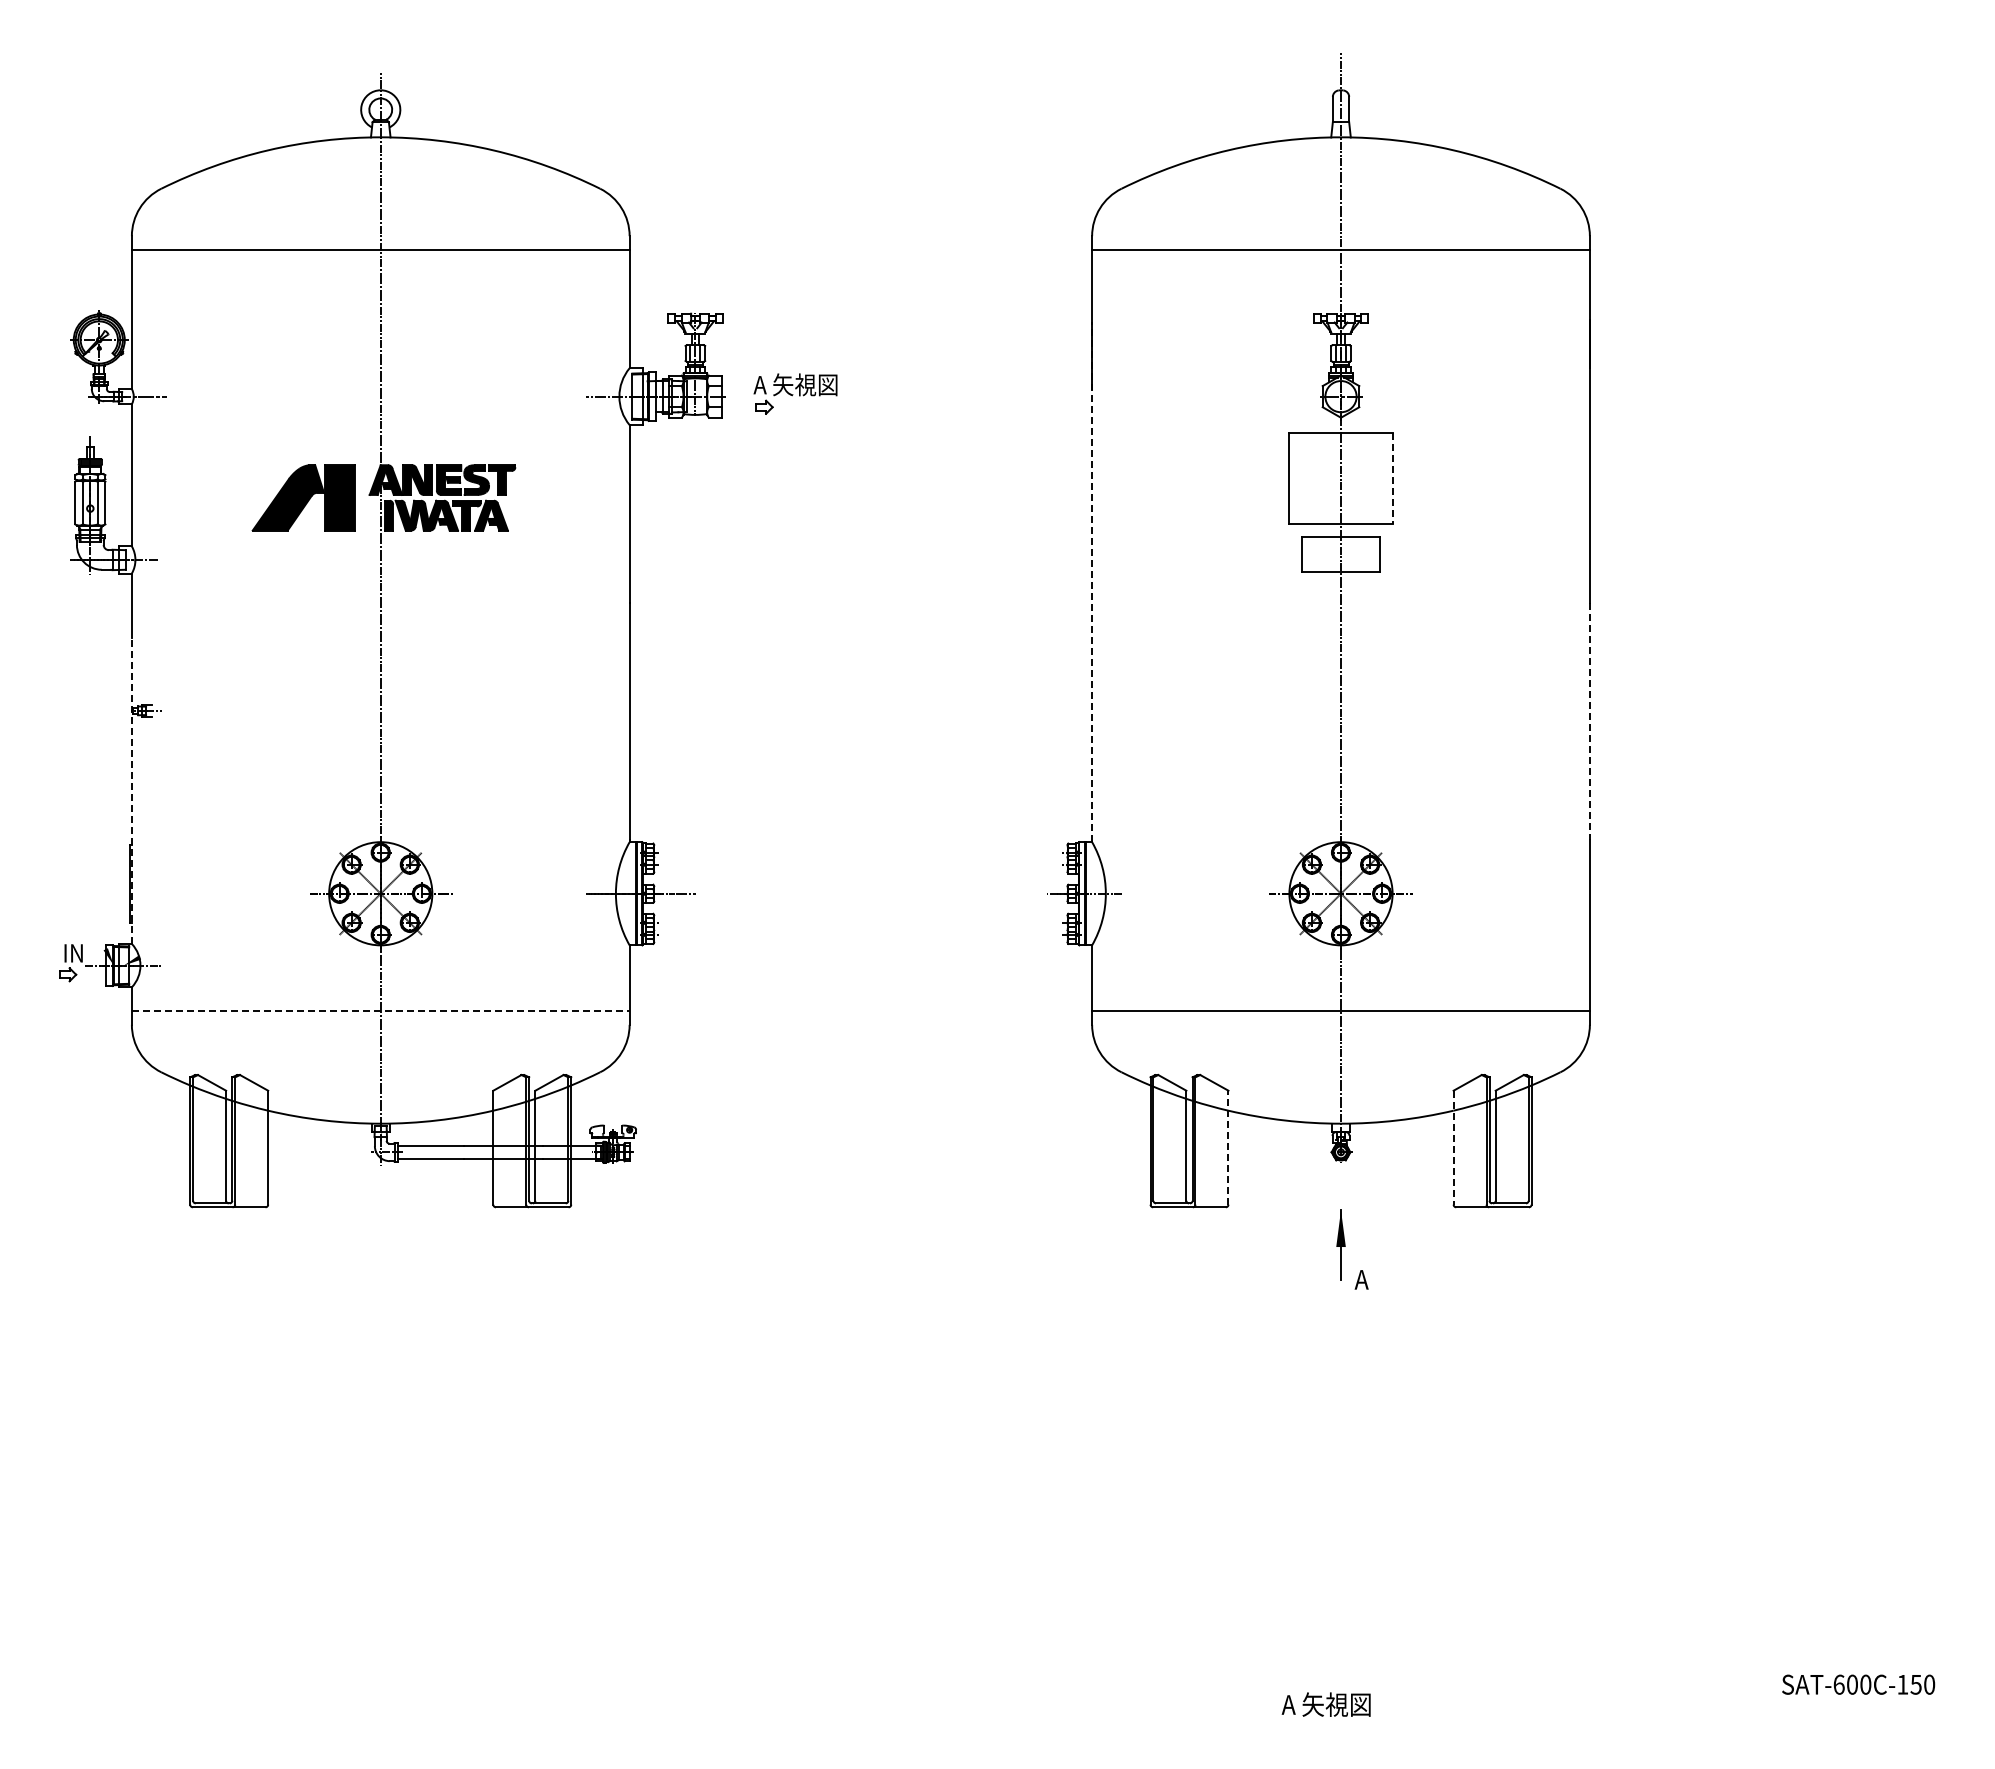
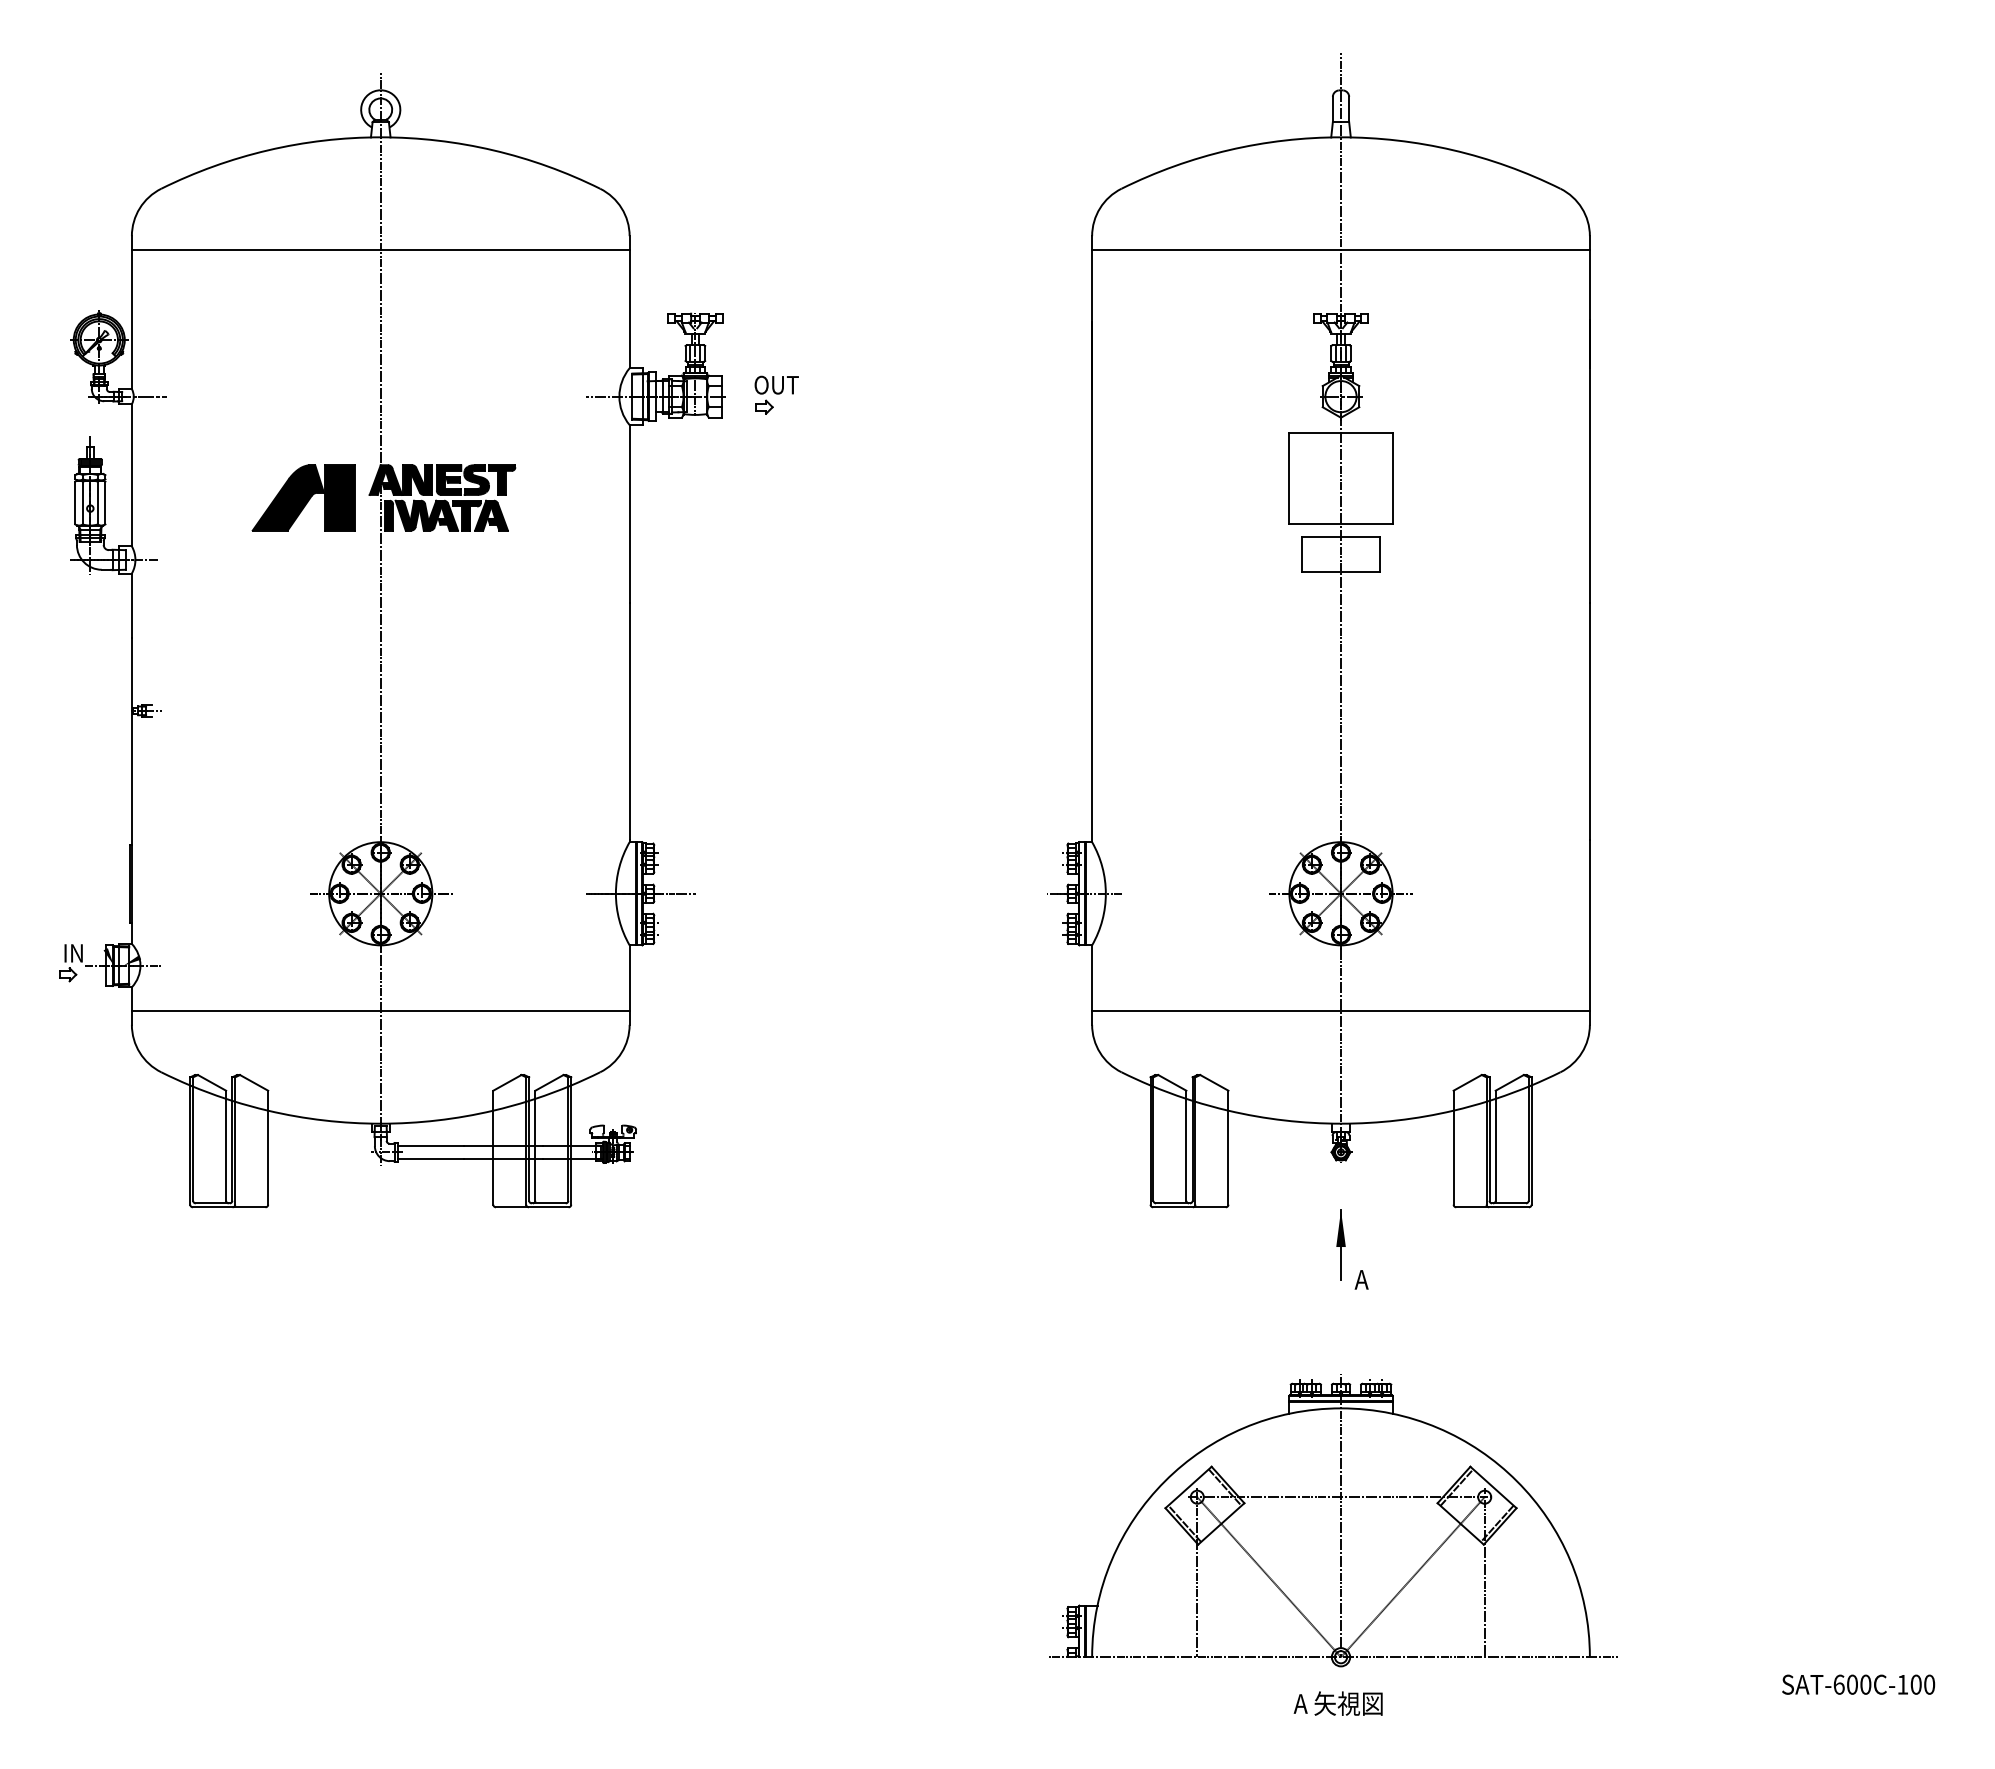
text at (795, 384): A 矢視図 -> OUT
line at (1393, 478): dashed -> solid
line at (1092, 581): dashed -> solid
line at (1589, 722): dashed -> solid
line at (131, 790): dashed -> solid
line at (380, 1011): dashed -> solid
line at (1228, 1147): dashed -> solid
line at (1453, 1147): dashed -> solid
part at (1340, 1519): none -> present
text at (1915, 1684): SAT-600C-150 -> SAT-600C-100
text at (1325, 1704) position: (1325, 1704) -> (1337, 1703)
